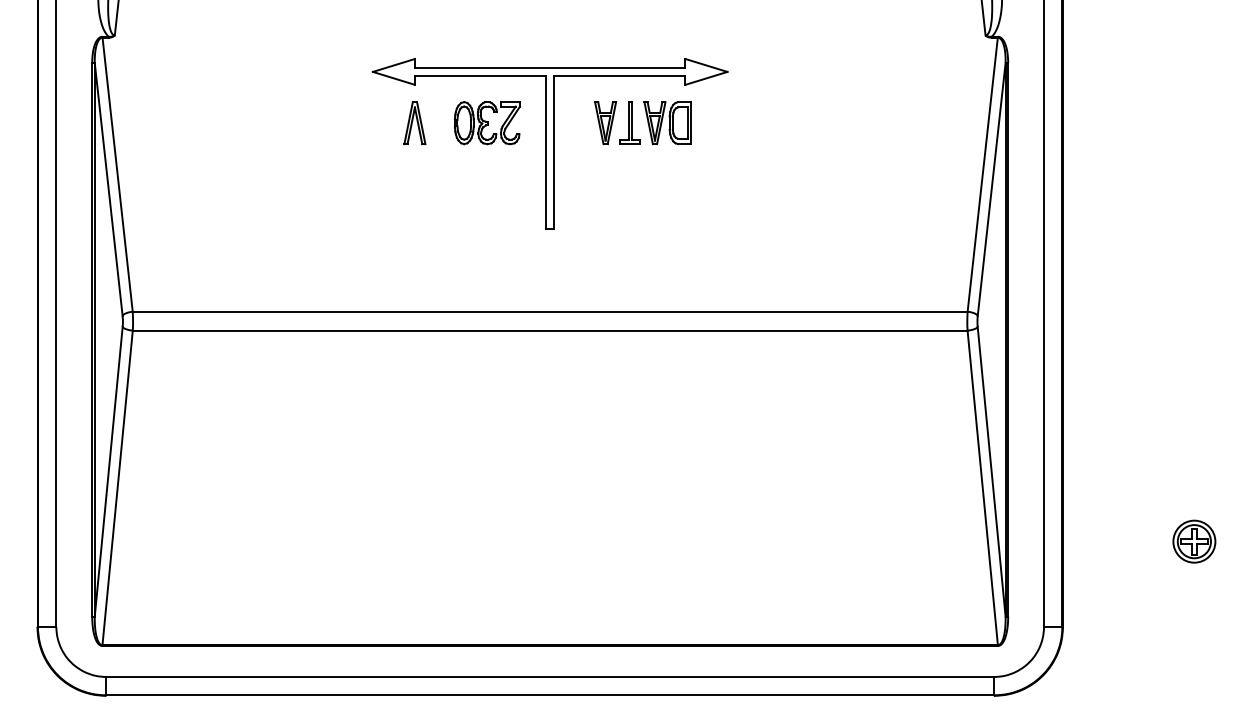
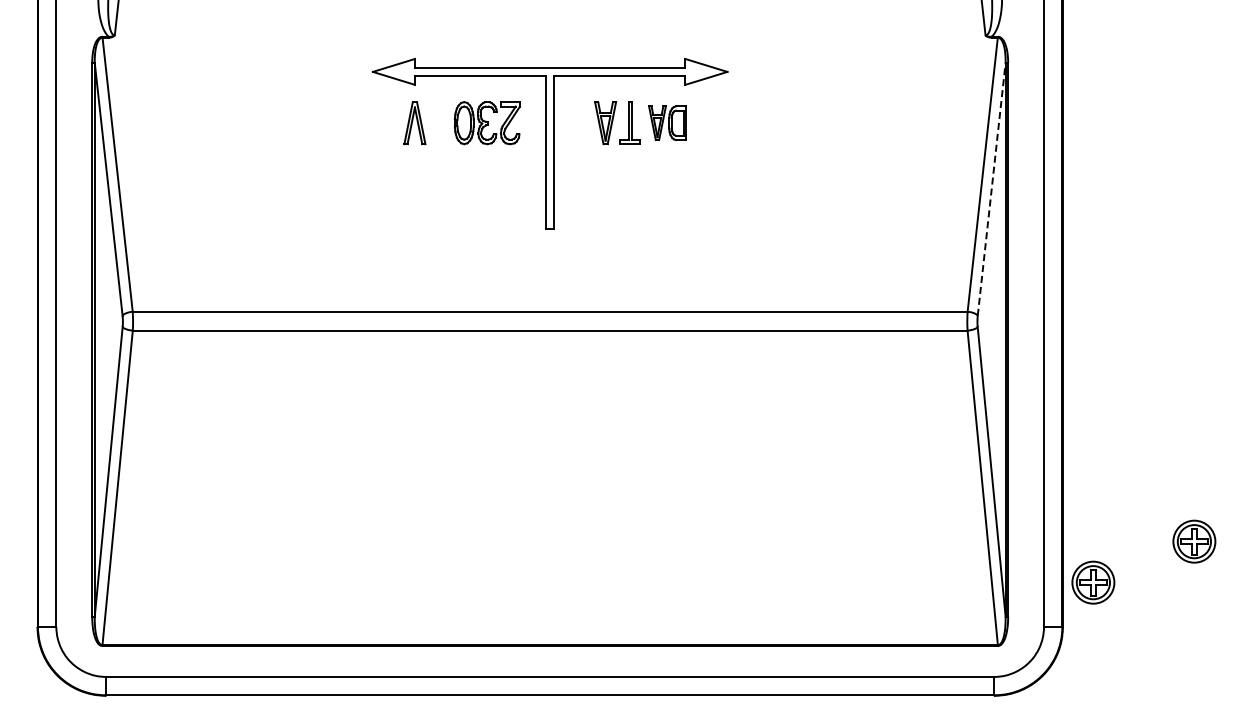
part at (667, 123) size: 49x45 px -> 39x36 px
line at (991, 188): solid -> dashed
part at (1093, 582): none -> present
